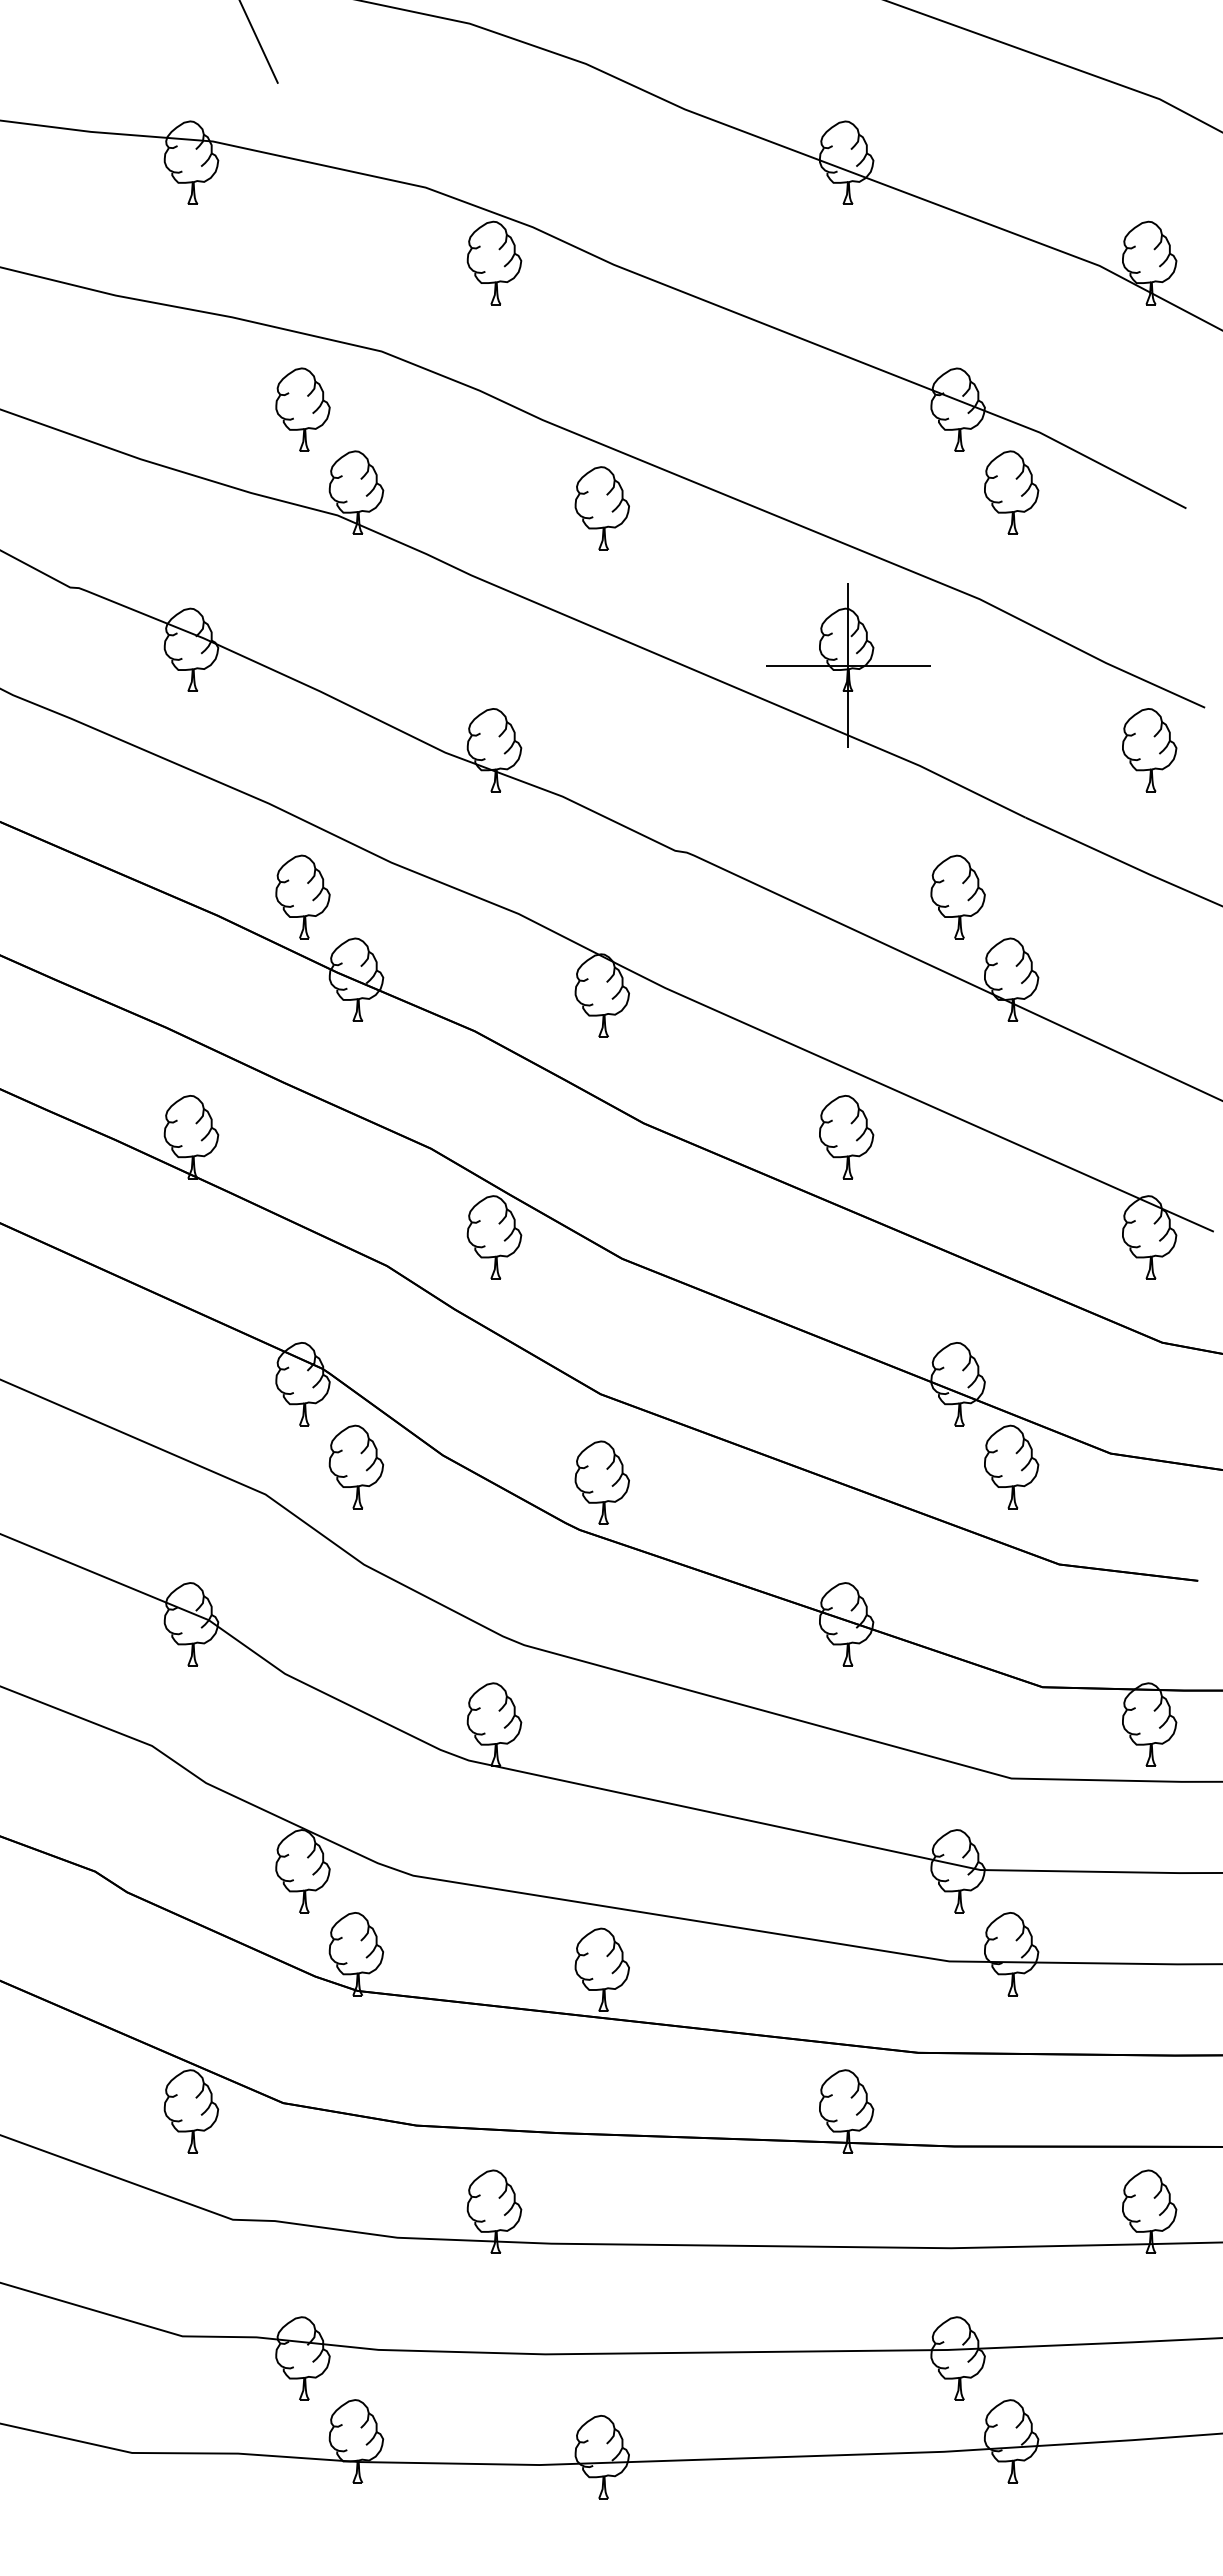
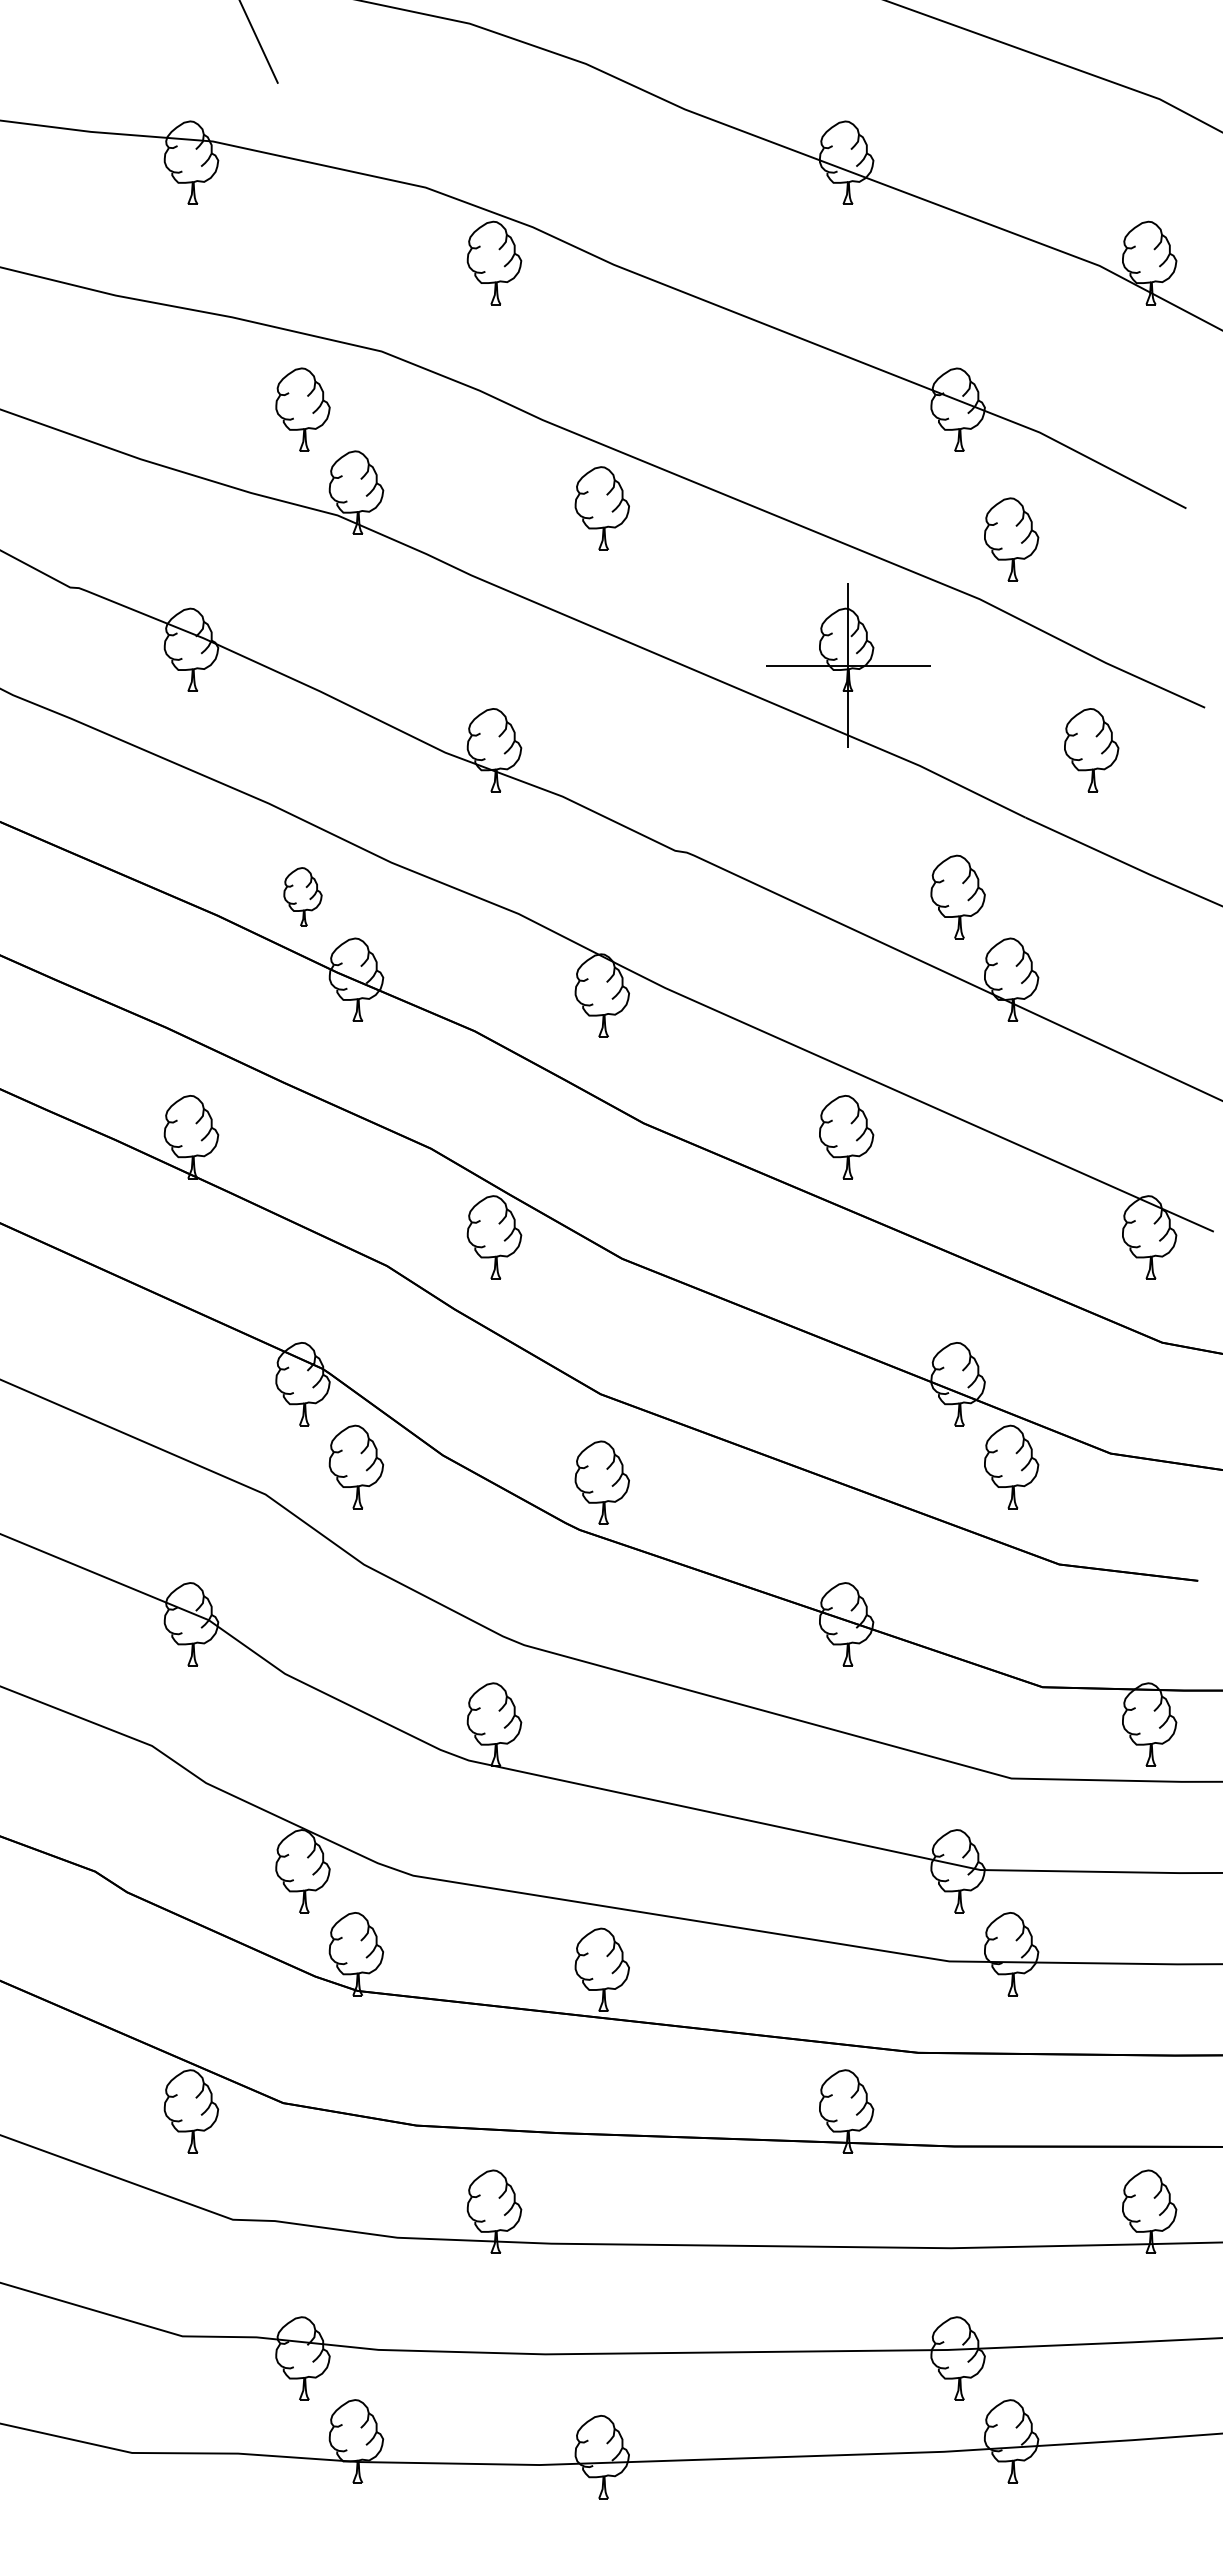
part at (1011, 492) position: (1011, 492) -> (1011, 539)
part at (1149, 750) position: (1149, 750) -> (1091, 750)
part at (302, 896) size: 56x86 px -> 40x60 px
